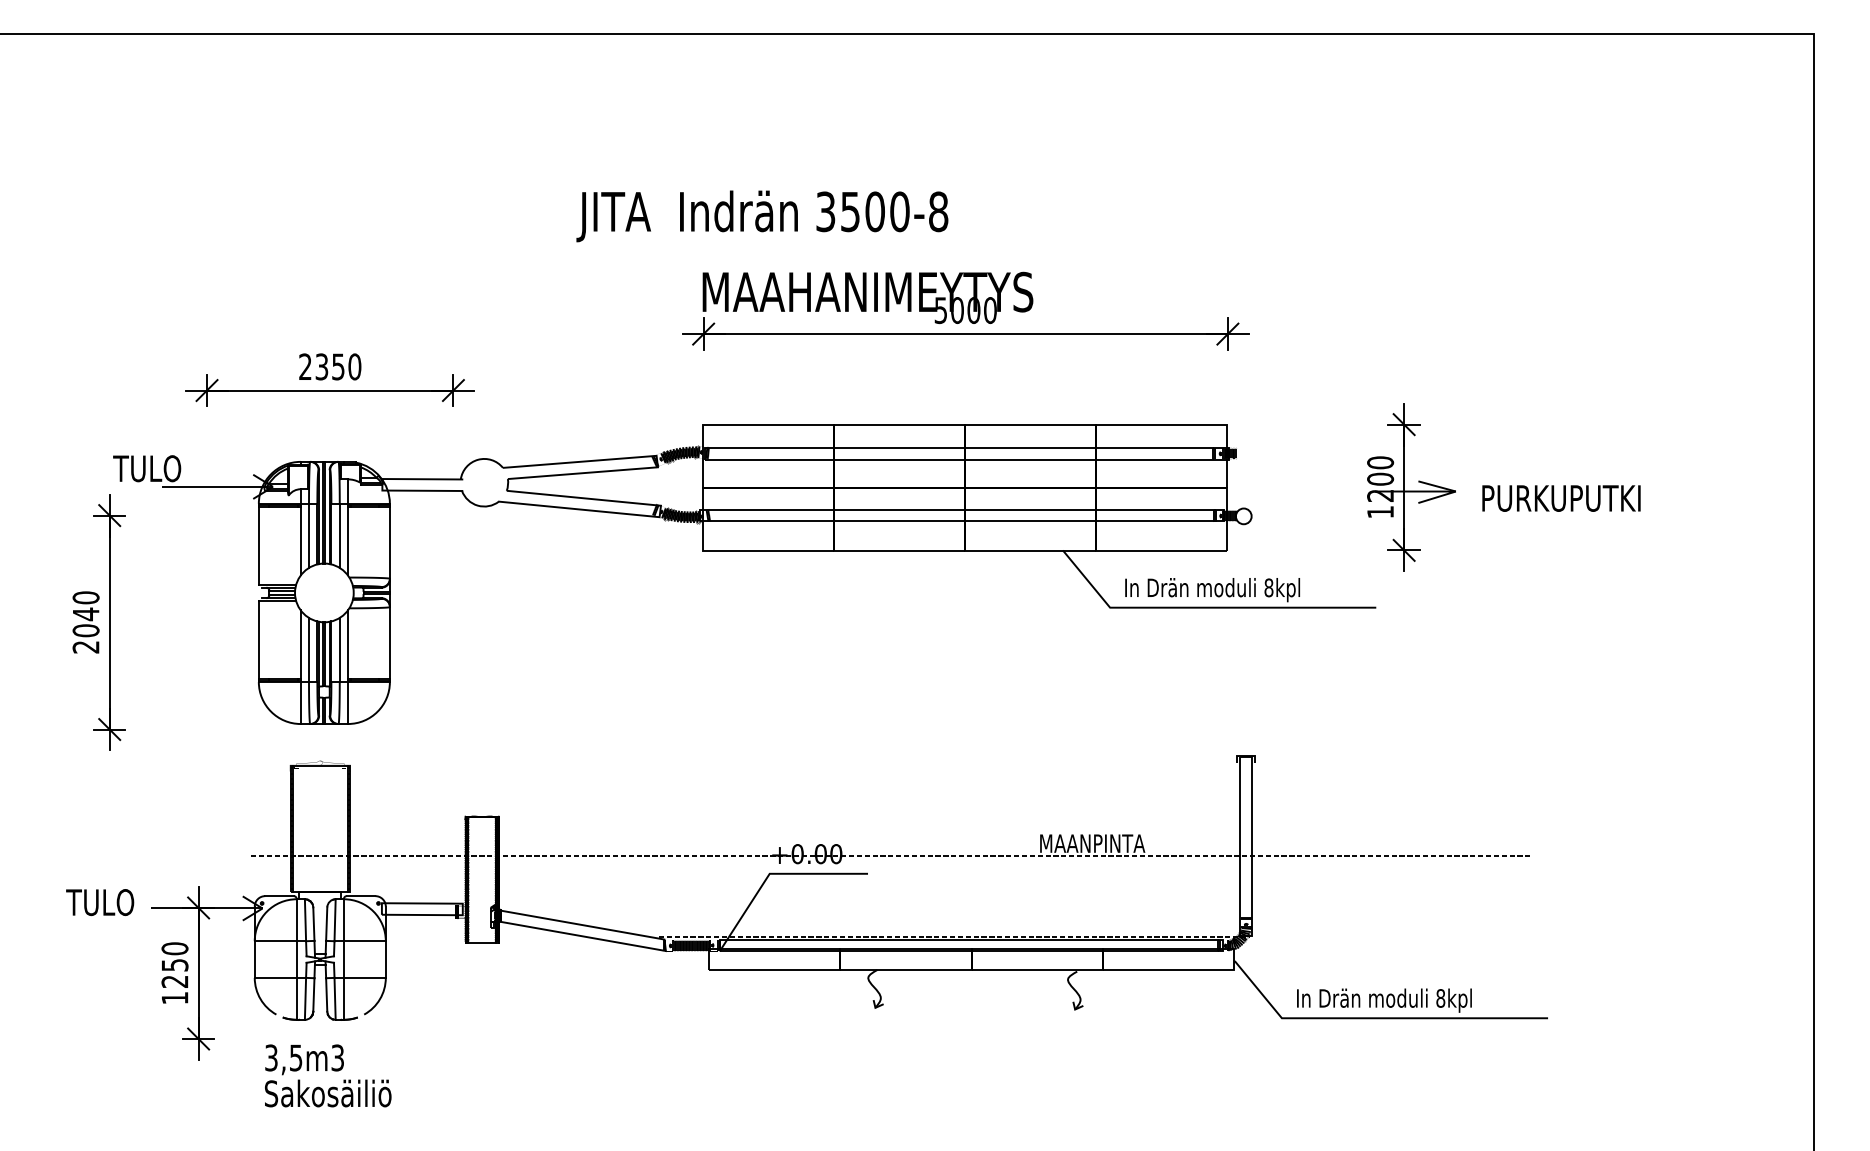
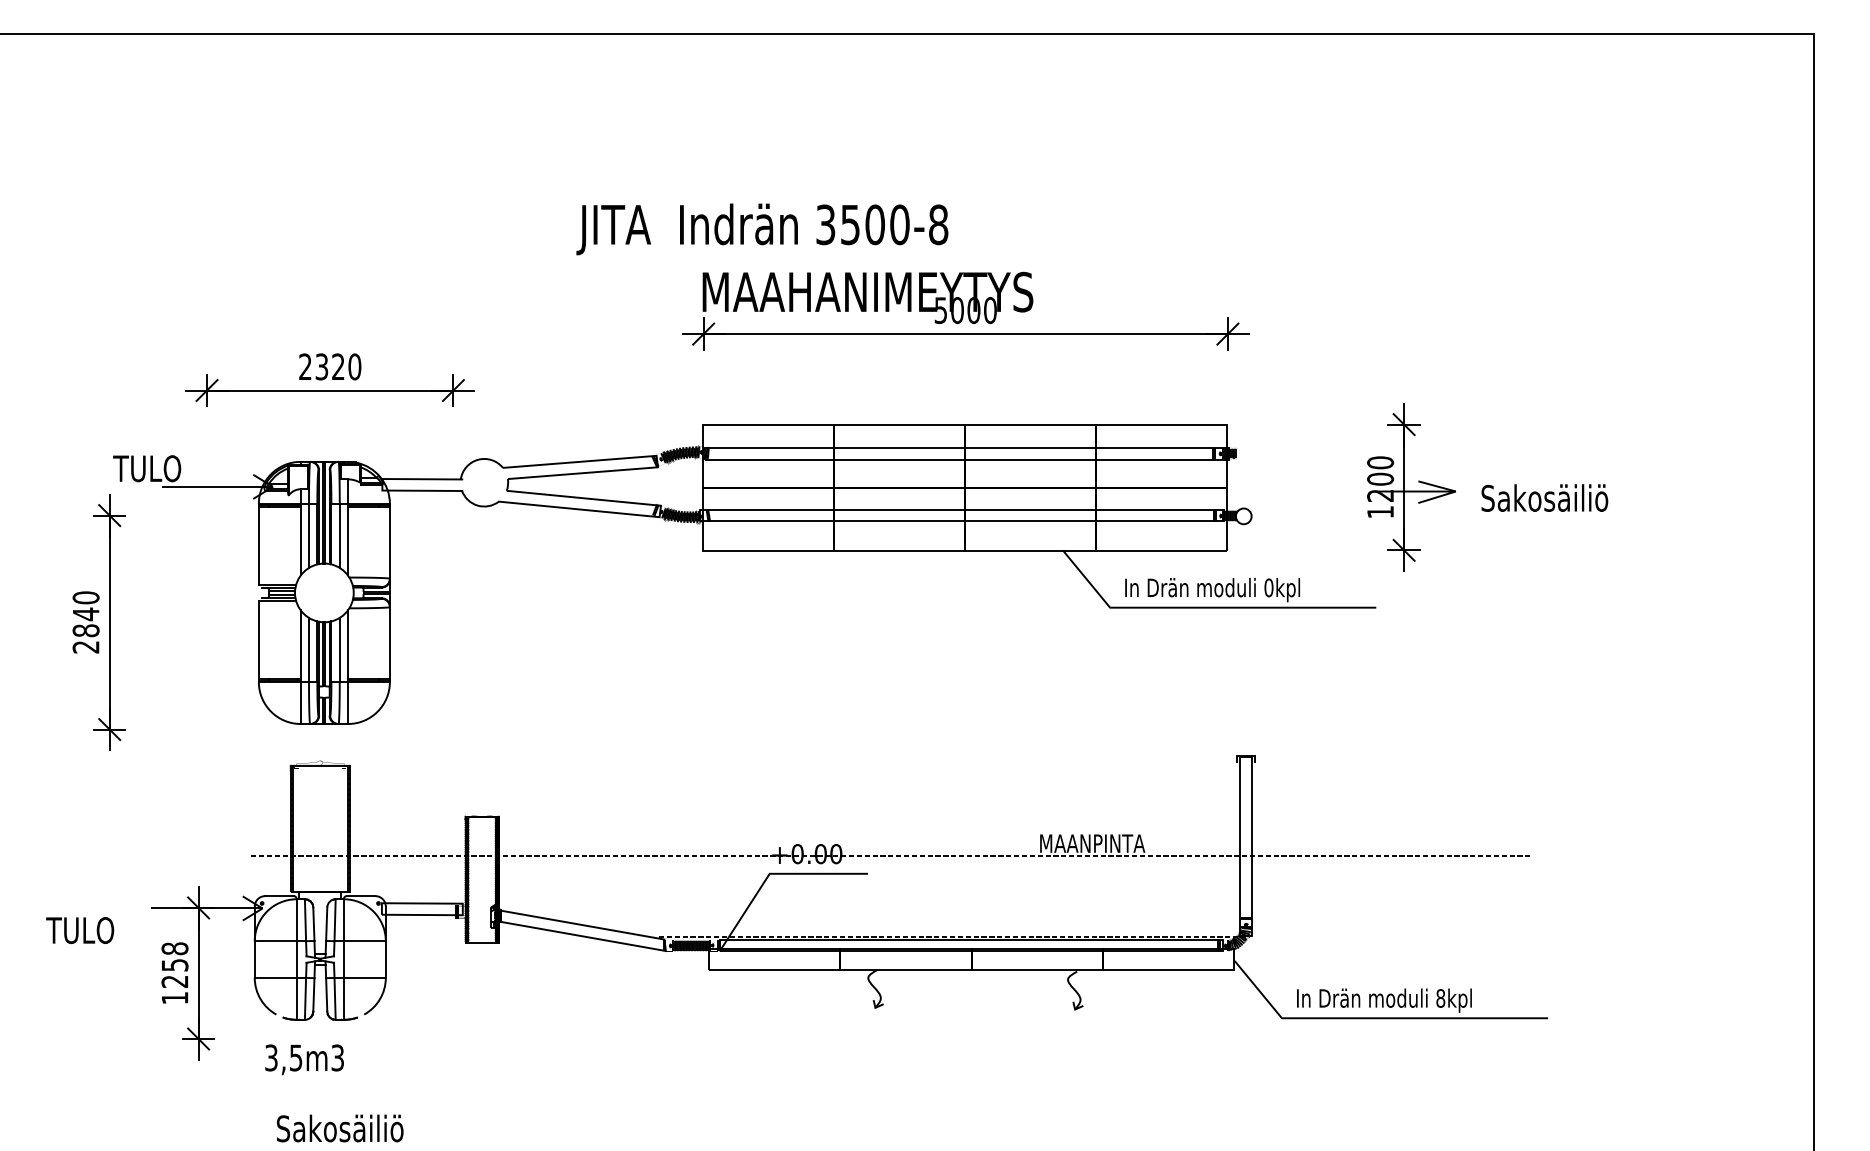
text at (762, 216) position: (762, 216) -> (762, 229)
text at (338, 366): 2350 -> 2320
text at (1560, 497): PURKUPUTKI -> Sakosäiliö
text at (1268, 587): 8kpl -> 0kpl
text at (86, 630): 2040 -> 2840
text at (100, 902) position: (100, 902) -> (80, 930)
text at (174, 948): 1250 -> 1258
text at (328, 1093) position: (328, 1093) -> (340, 1128)
